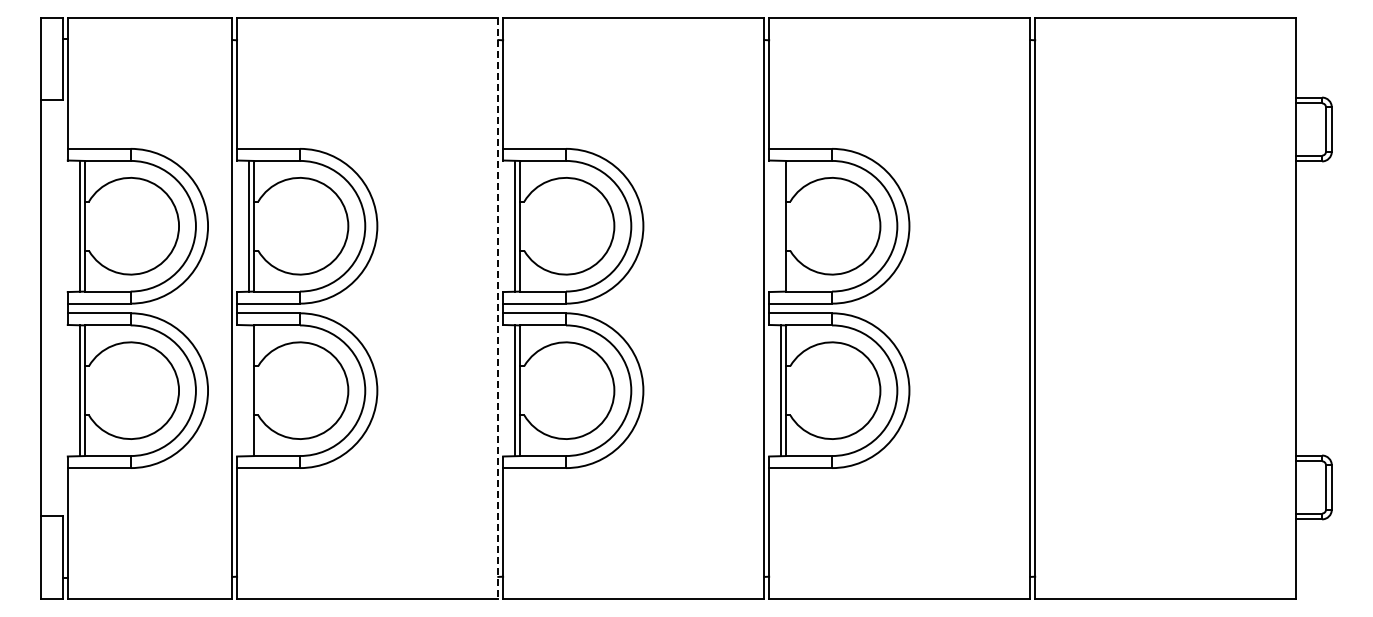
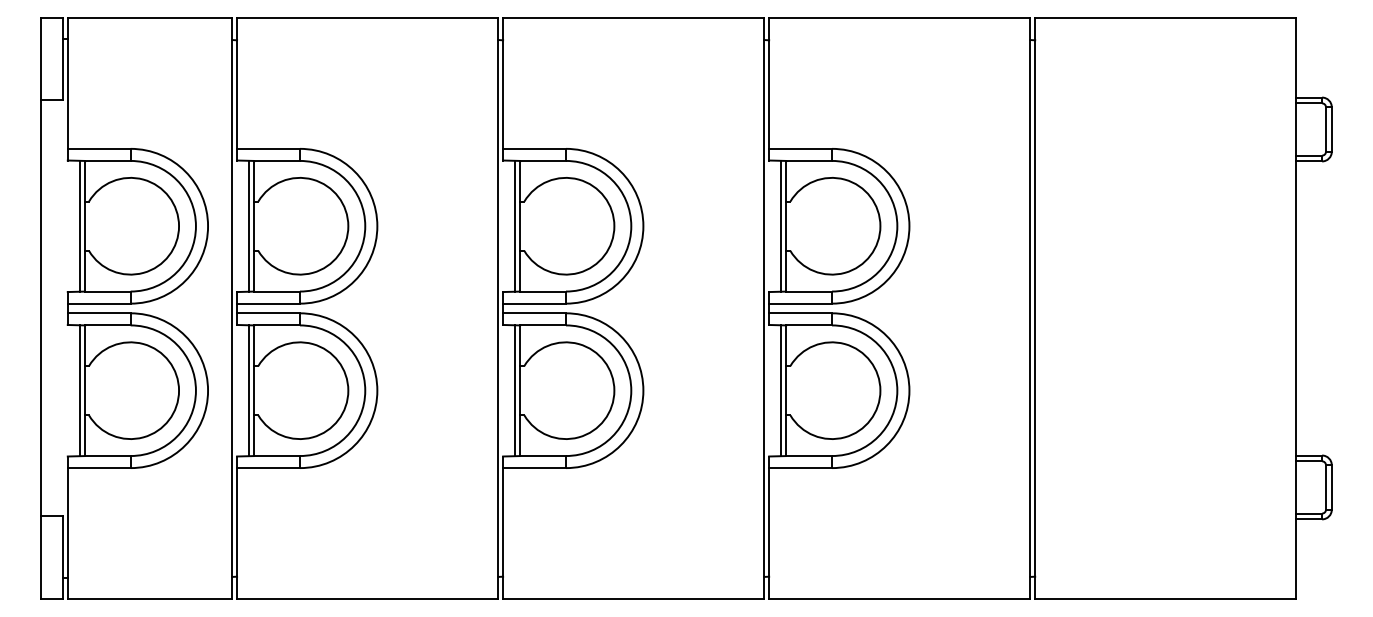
line at (781, 225): none -> present
line at (498, 308): dashed -> solid
line at (249, 390): none -> present
